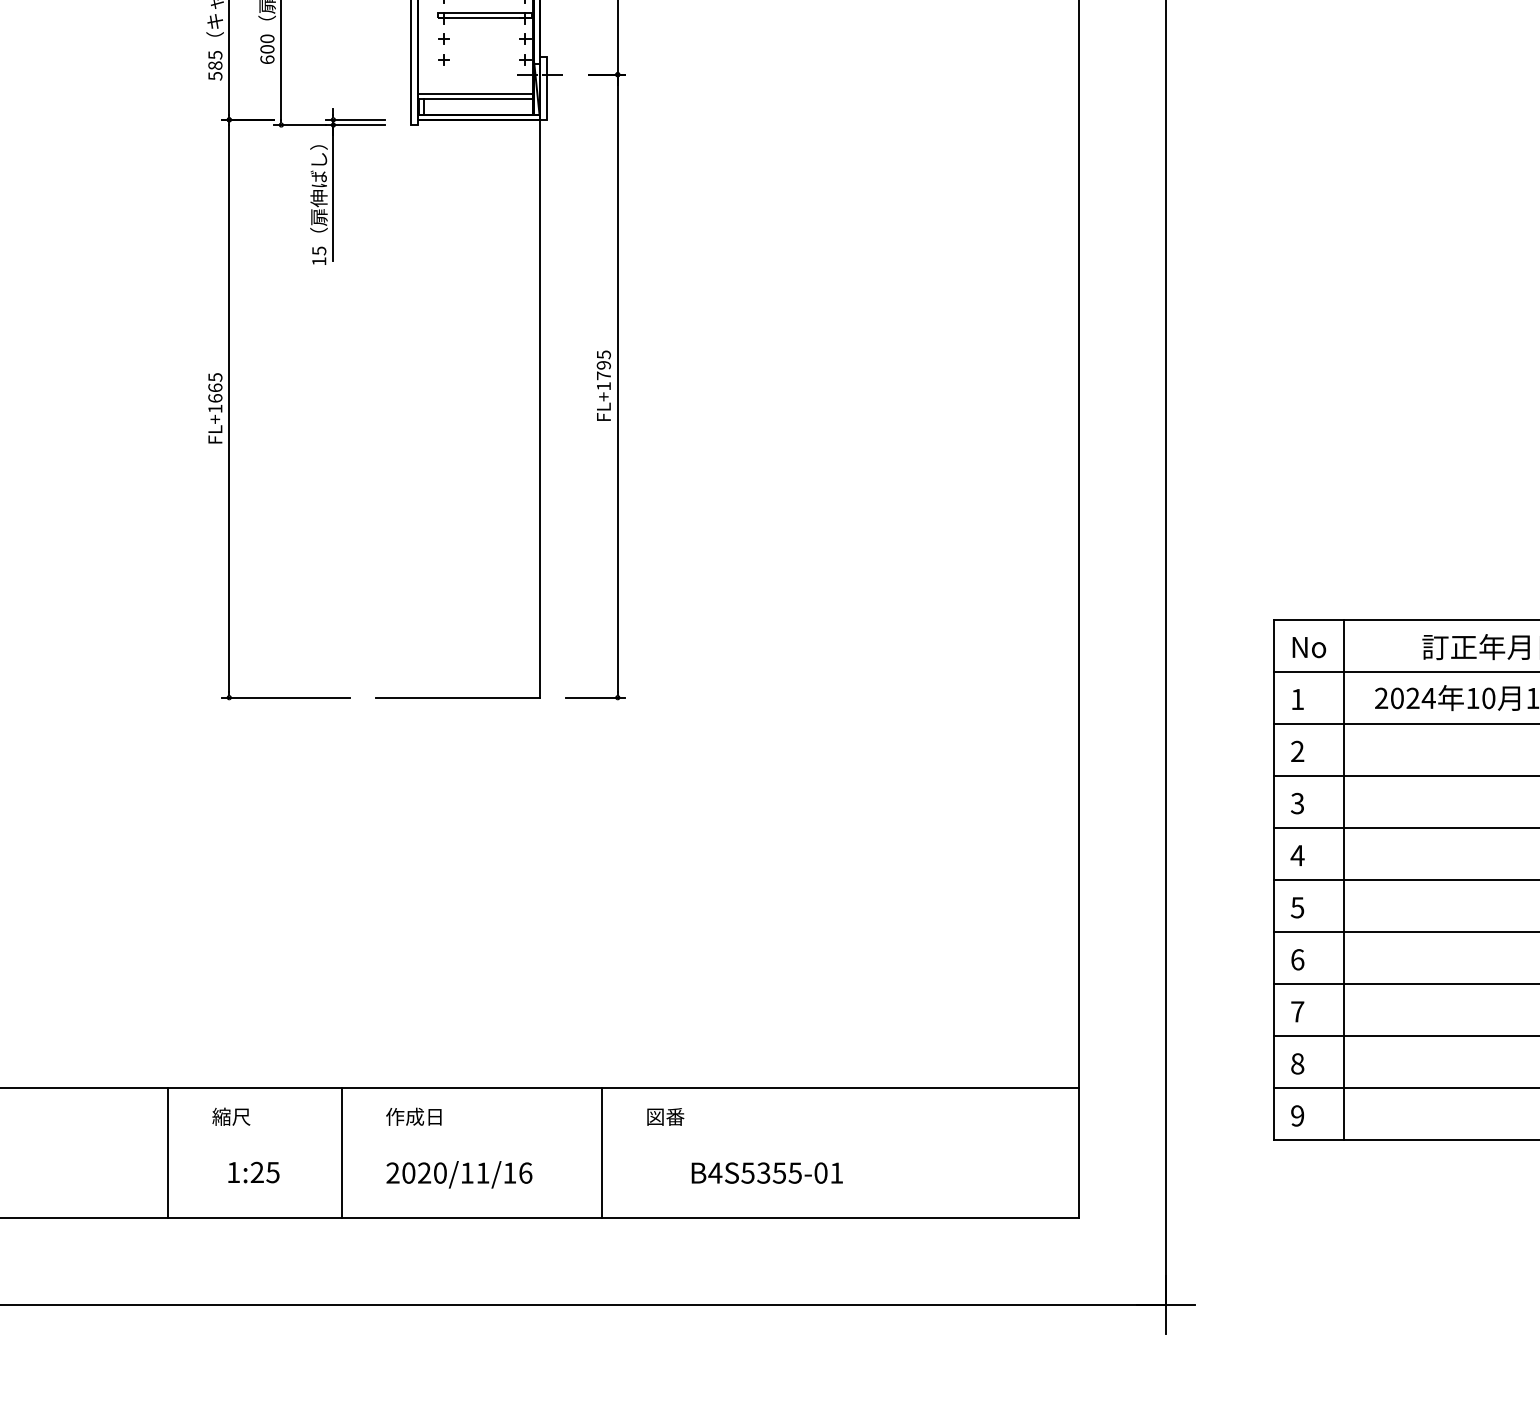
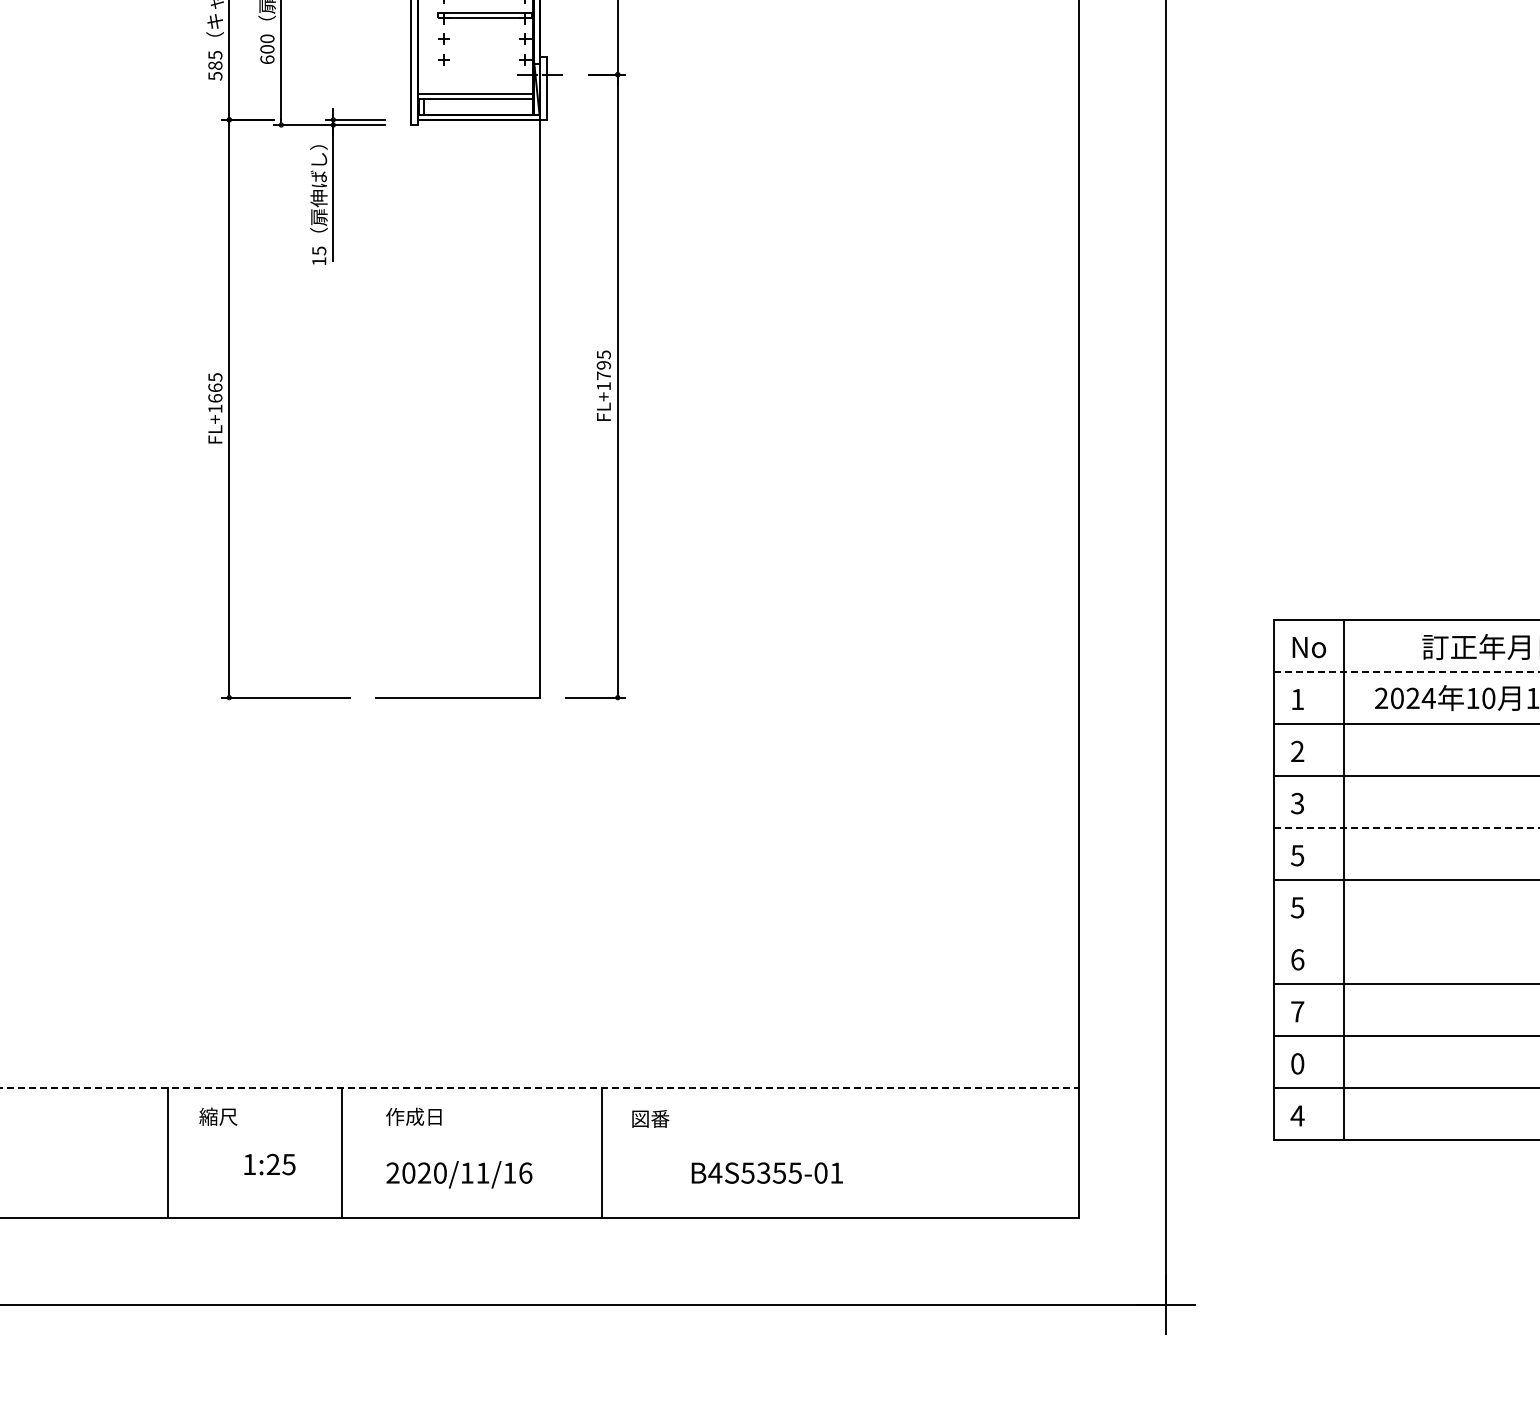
line at (1407, 671): solid -> dashed
line at (1407, 827): solid -> dashed
text at (1297, 855): 4 -> 5
line at (1405, 931): present -> none
text at (1297, 1063): 8 -> 0
line at (540, 1088): solid -> dashed
text at (1297, 1115): 9 -> 4
text at (231, 1116) position: (231, 1116) -> (218, 1116)
text at (665, 1116) position: (665, 1116) -> (650, 1118)
text at (253, 1172) position: (253, 1172) -> (269, 1164)
